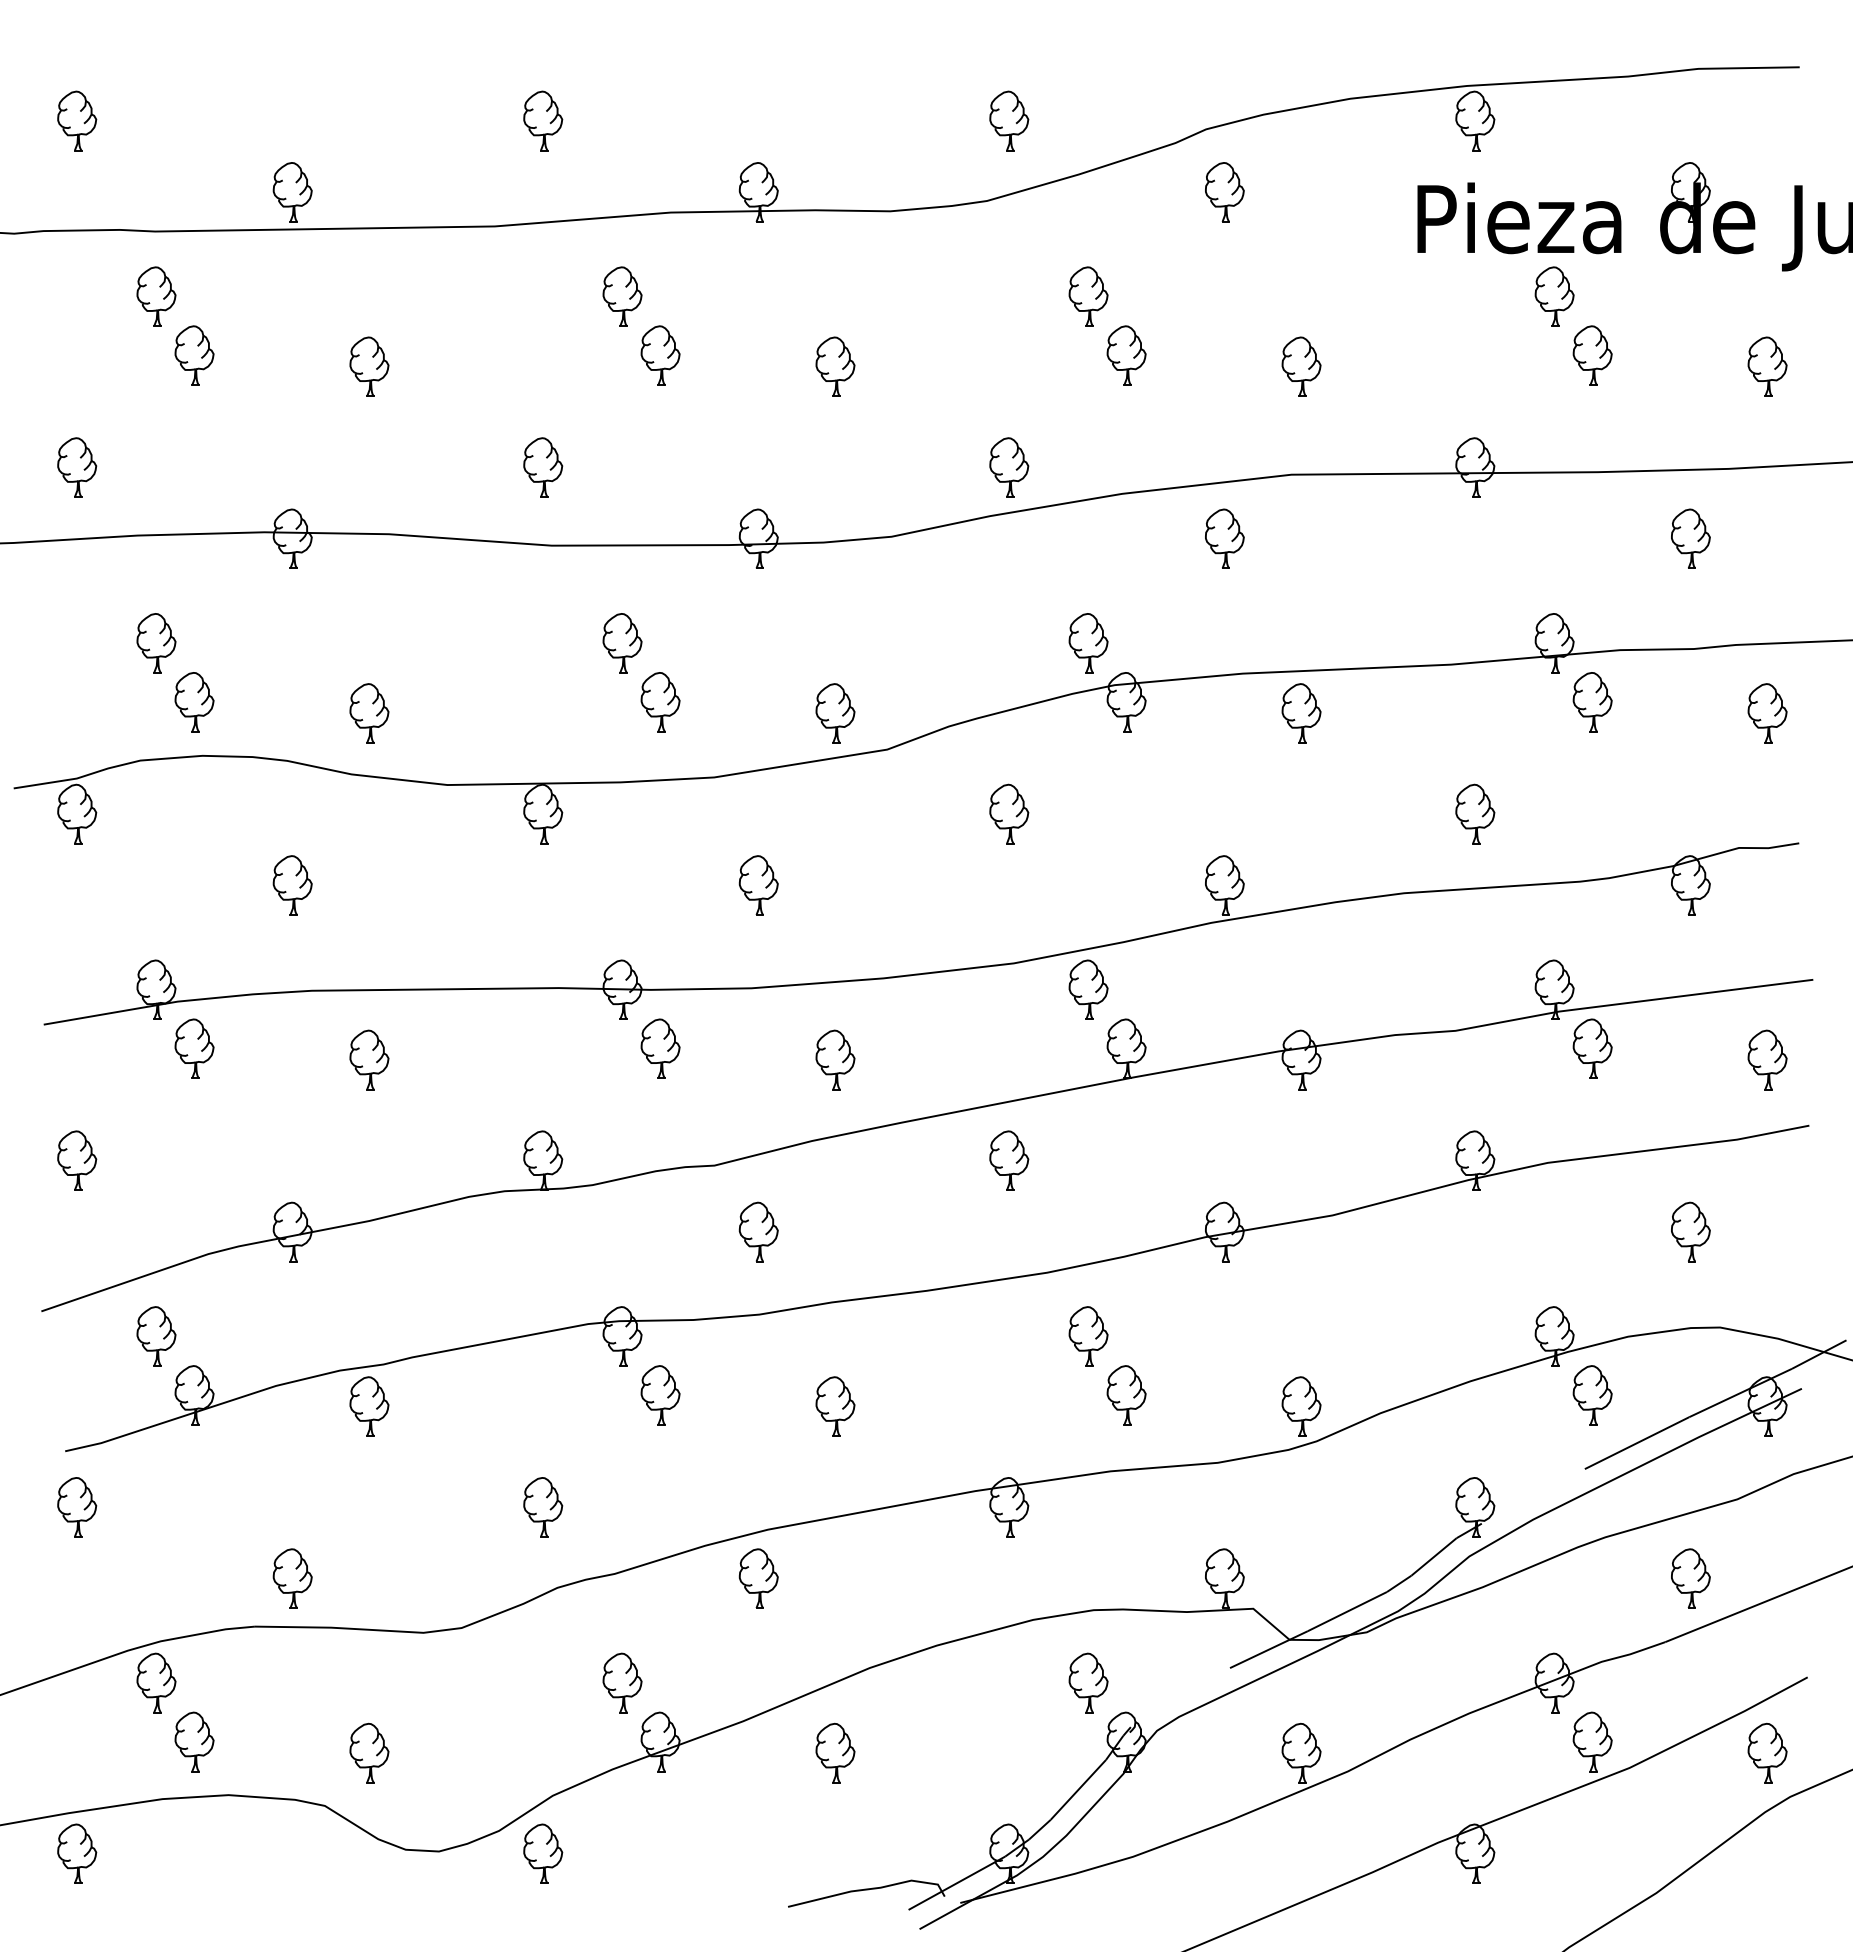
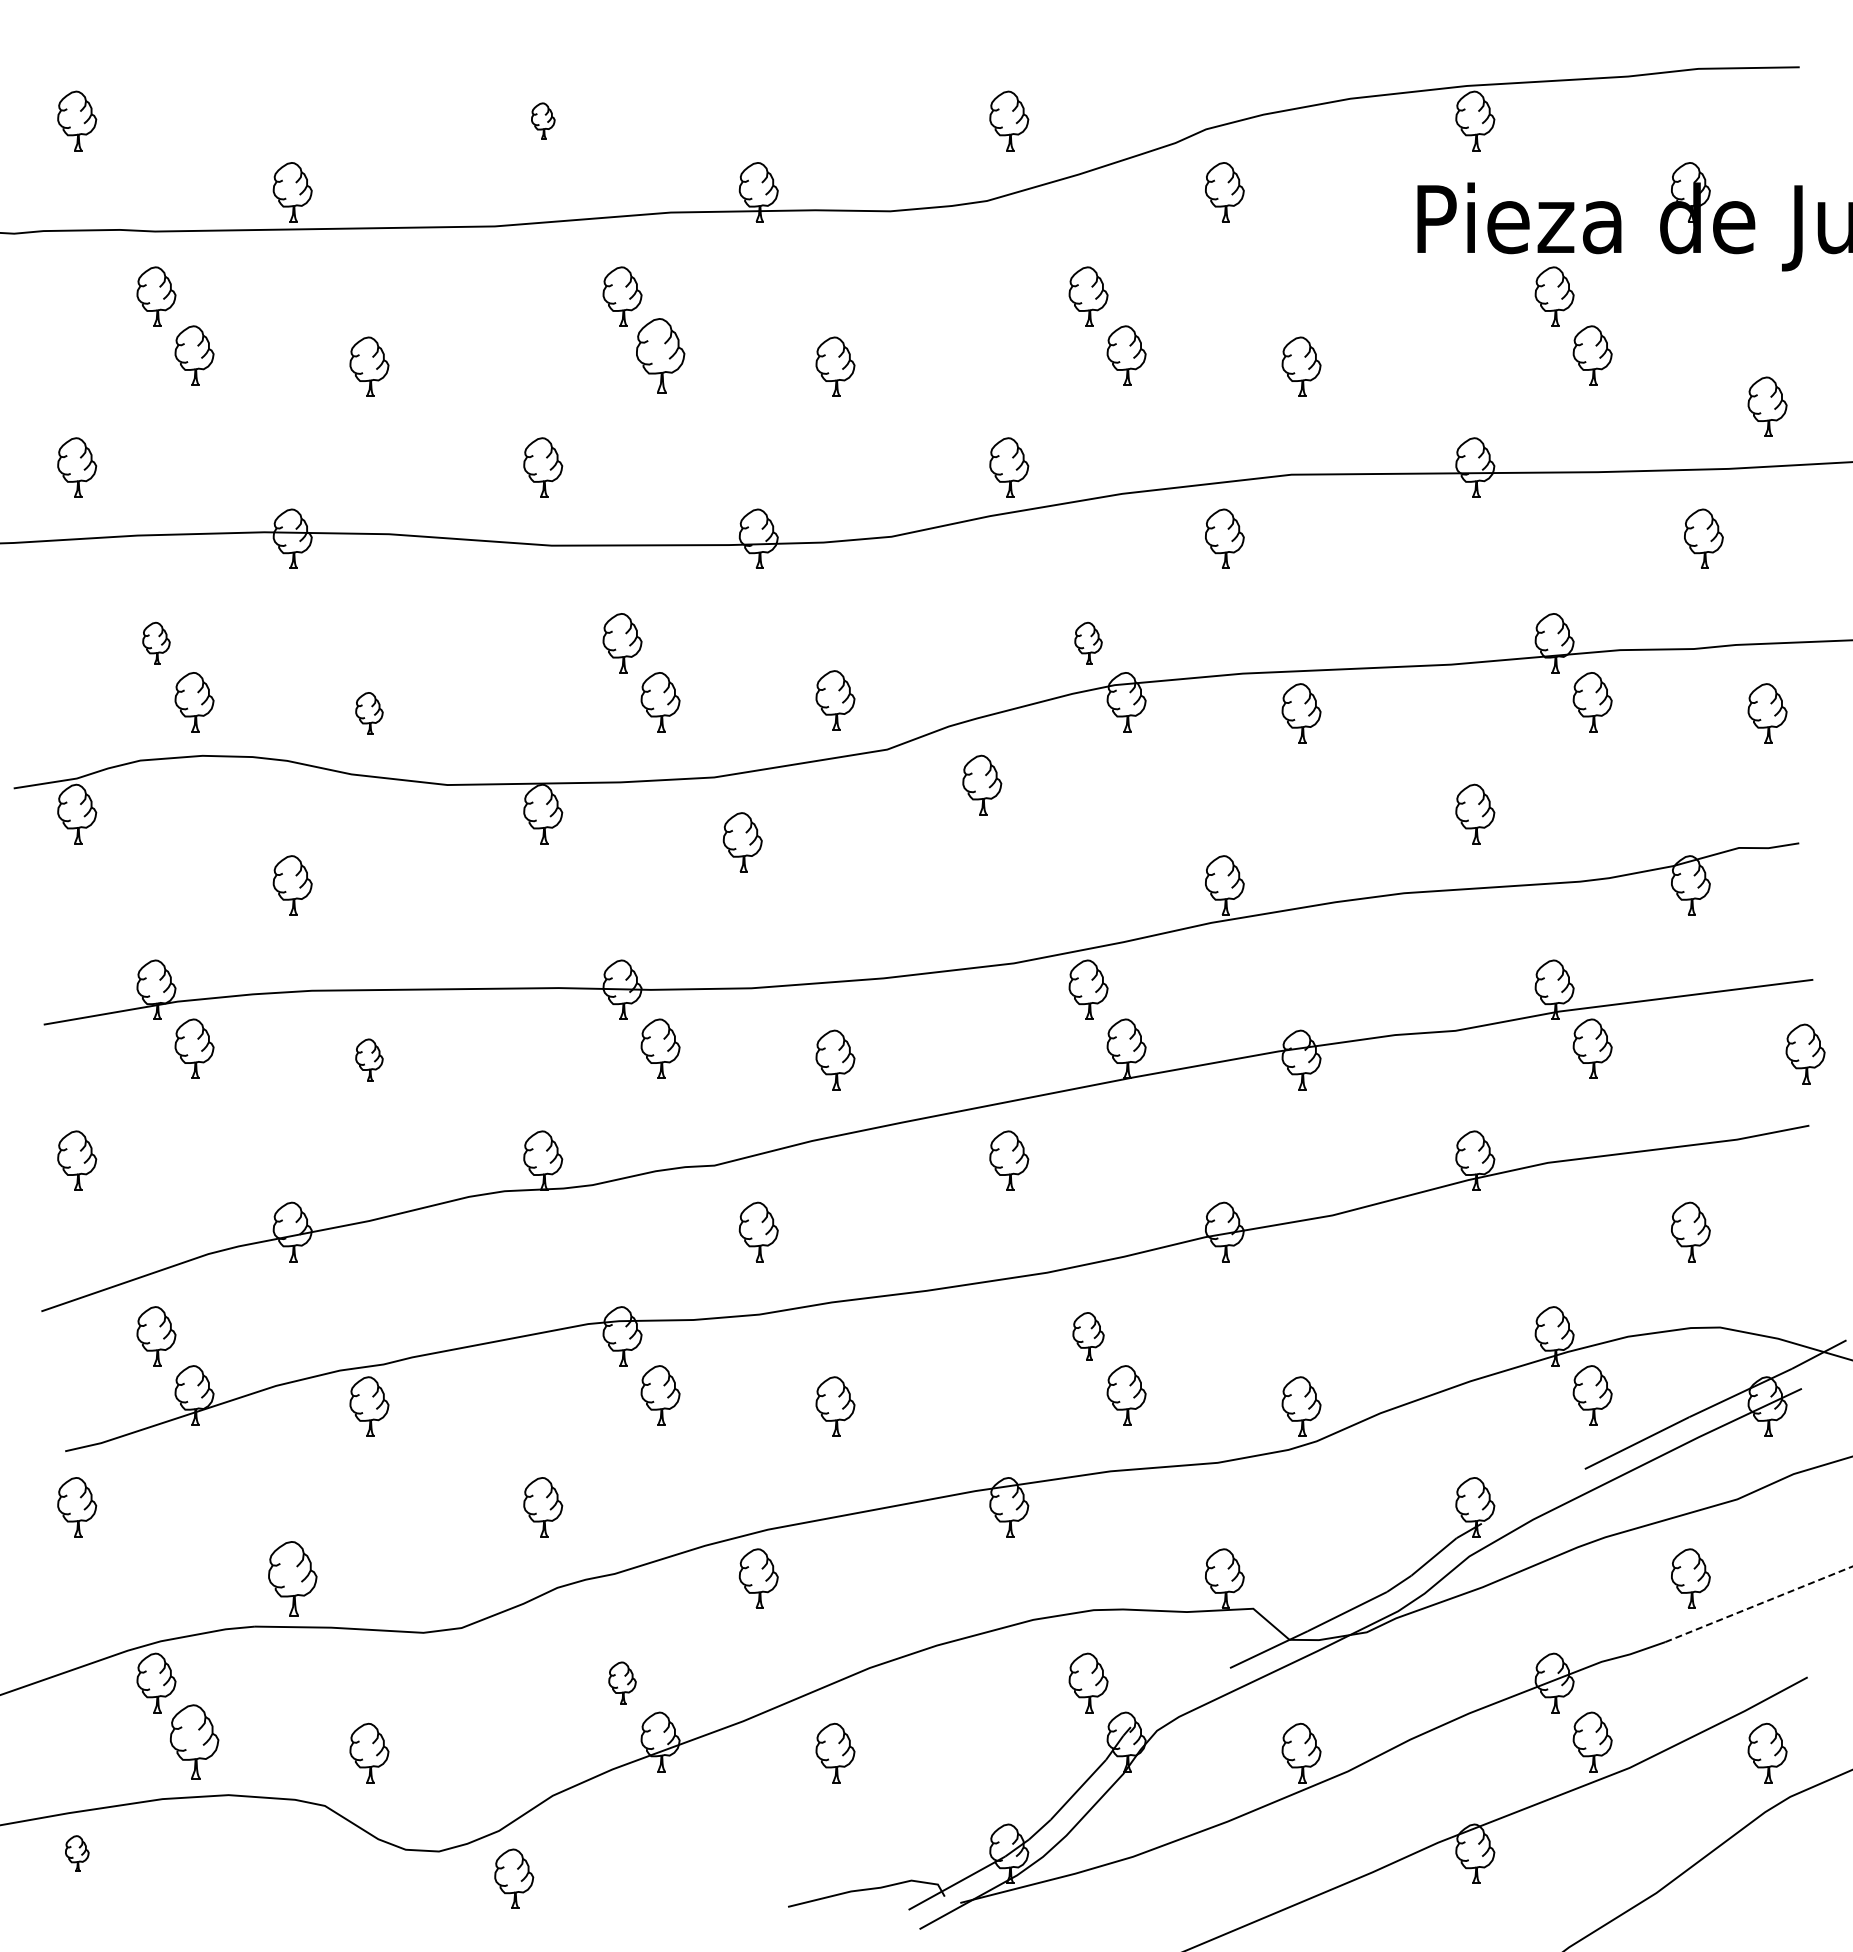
part at (543, 120) size: 41x62 px -> 25x38 px
part at (660, 355) size: 41x61 px -> 50x76 px
part at (1767, 366) position: (1767, 366) -> (1767, 406)
part at (1690, 538) position: (1690, 538) -> (1703, 538)
part at (156, 643) size: 41x61 px -> 29x44 px
part at (1088, 643) size: 41x61 px -> 29x44 px
part at (369, 713) size: 41x61 px -> 29x43 px
part at (835, 713) position: (835, 713) -> (835, 700)
part at (1009, 813) position: (1009, 813) -> (982, 784)
part at (758, 885) position: (758, 885) -> (742, 842)
part at (369, 1059) size: 41x62 px -> 29x44 px
part at (1767, 1059) position: (1767, 1059) -> (1805, 1053)
part at (1088, 1336) size: 41x61 px -> 33x49 px
part at (292, 1578) size: 41x61 px -> 50x76 px
line at (1758, 1604): solid -> dashed
part at (622, 1682) size: 41x62 px -> 29x44 px
part at (194, 1741) size: 41x62 px -> 50x76 px
part at (77, 1853) size: 41x61 px -> 25x37 px
part at (543, 1853) position: (543, 1853) -> (514, 1878)
